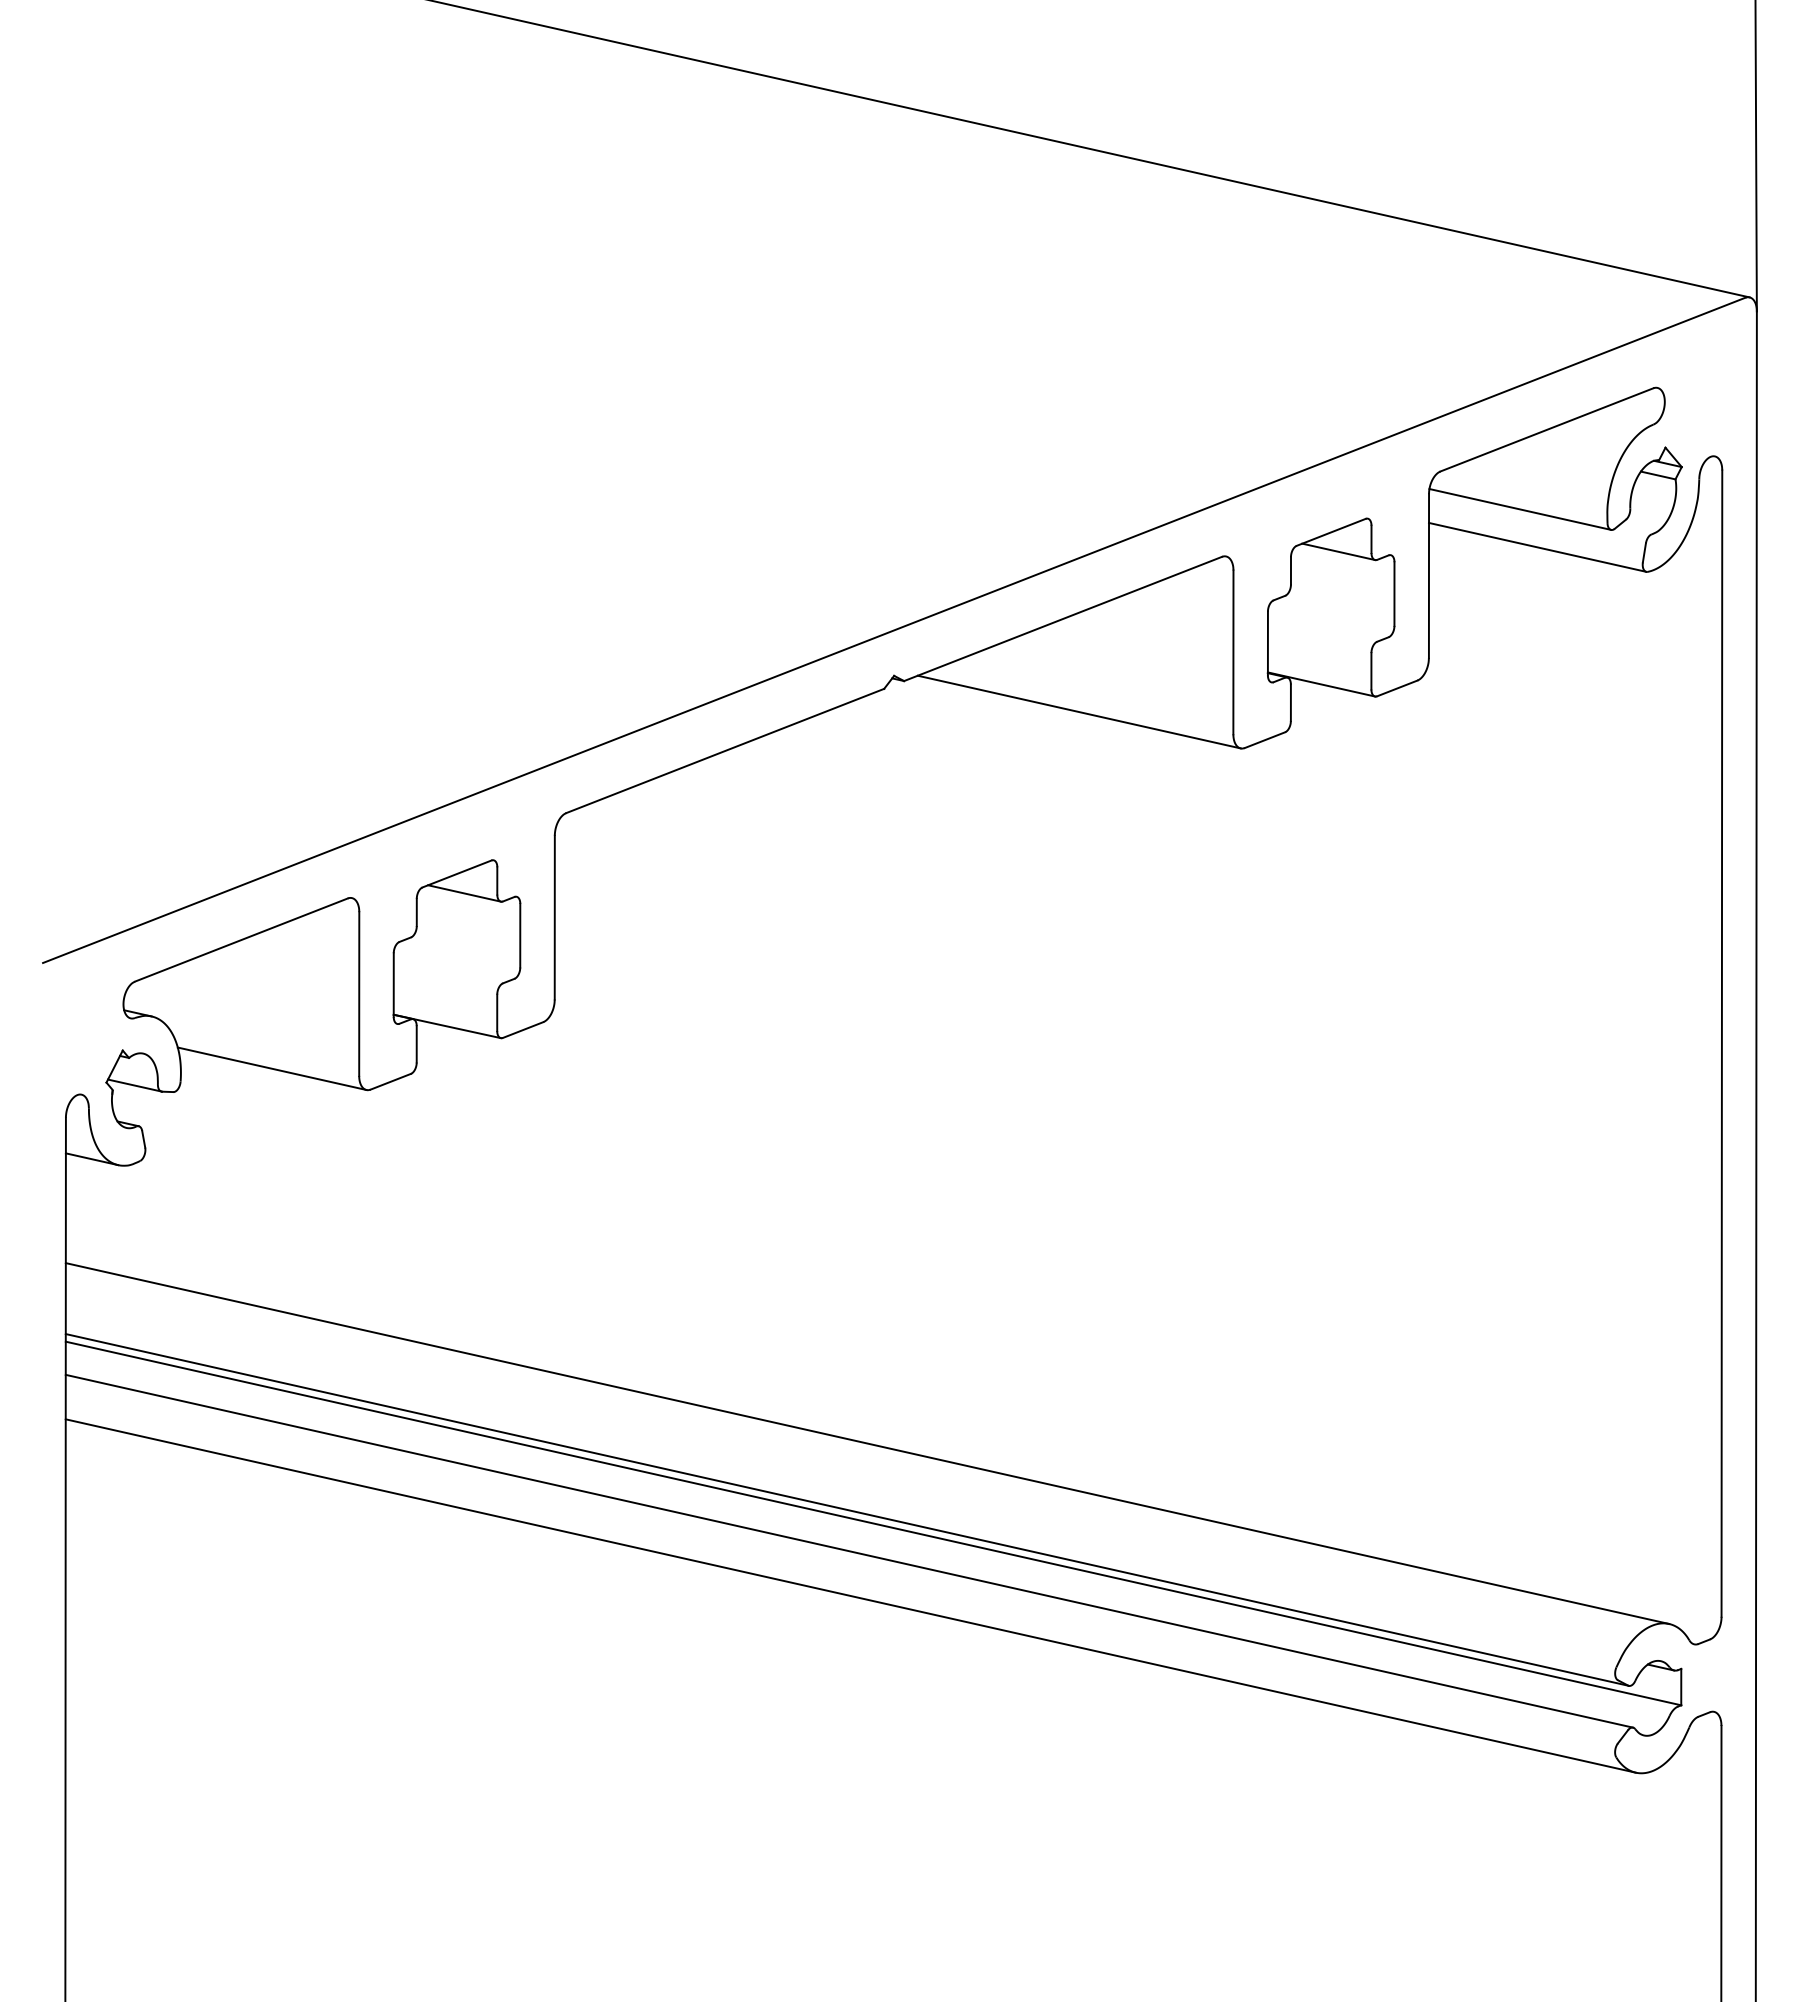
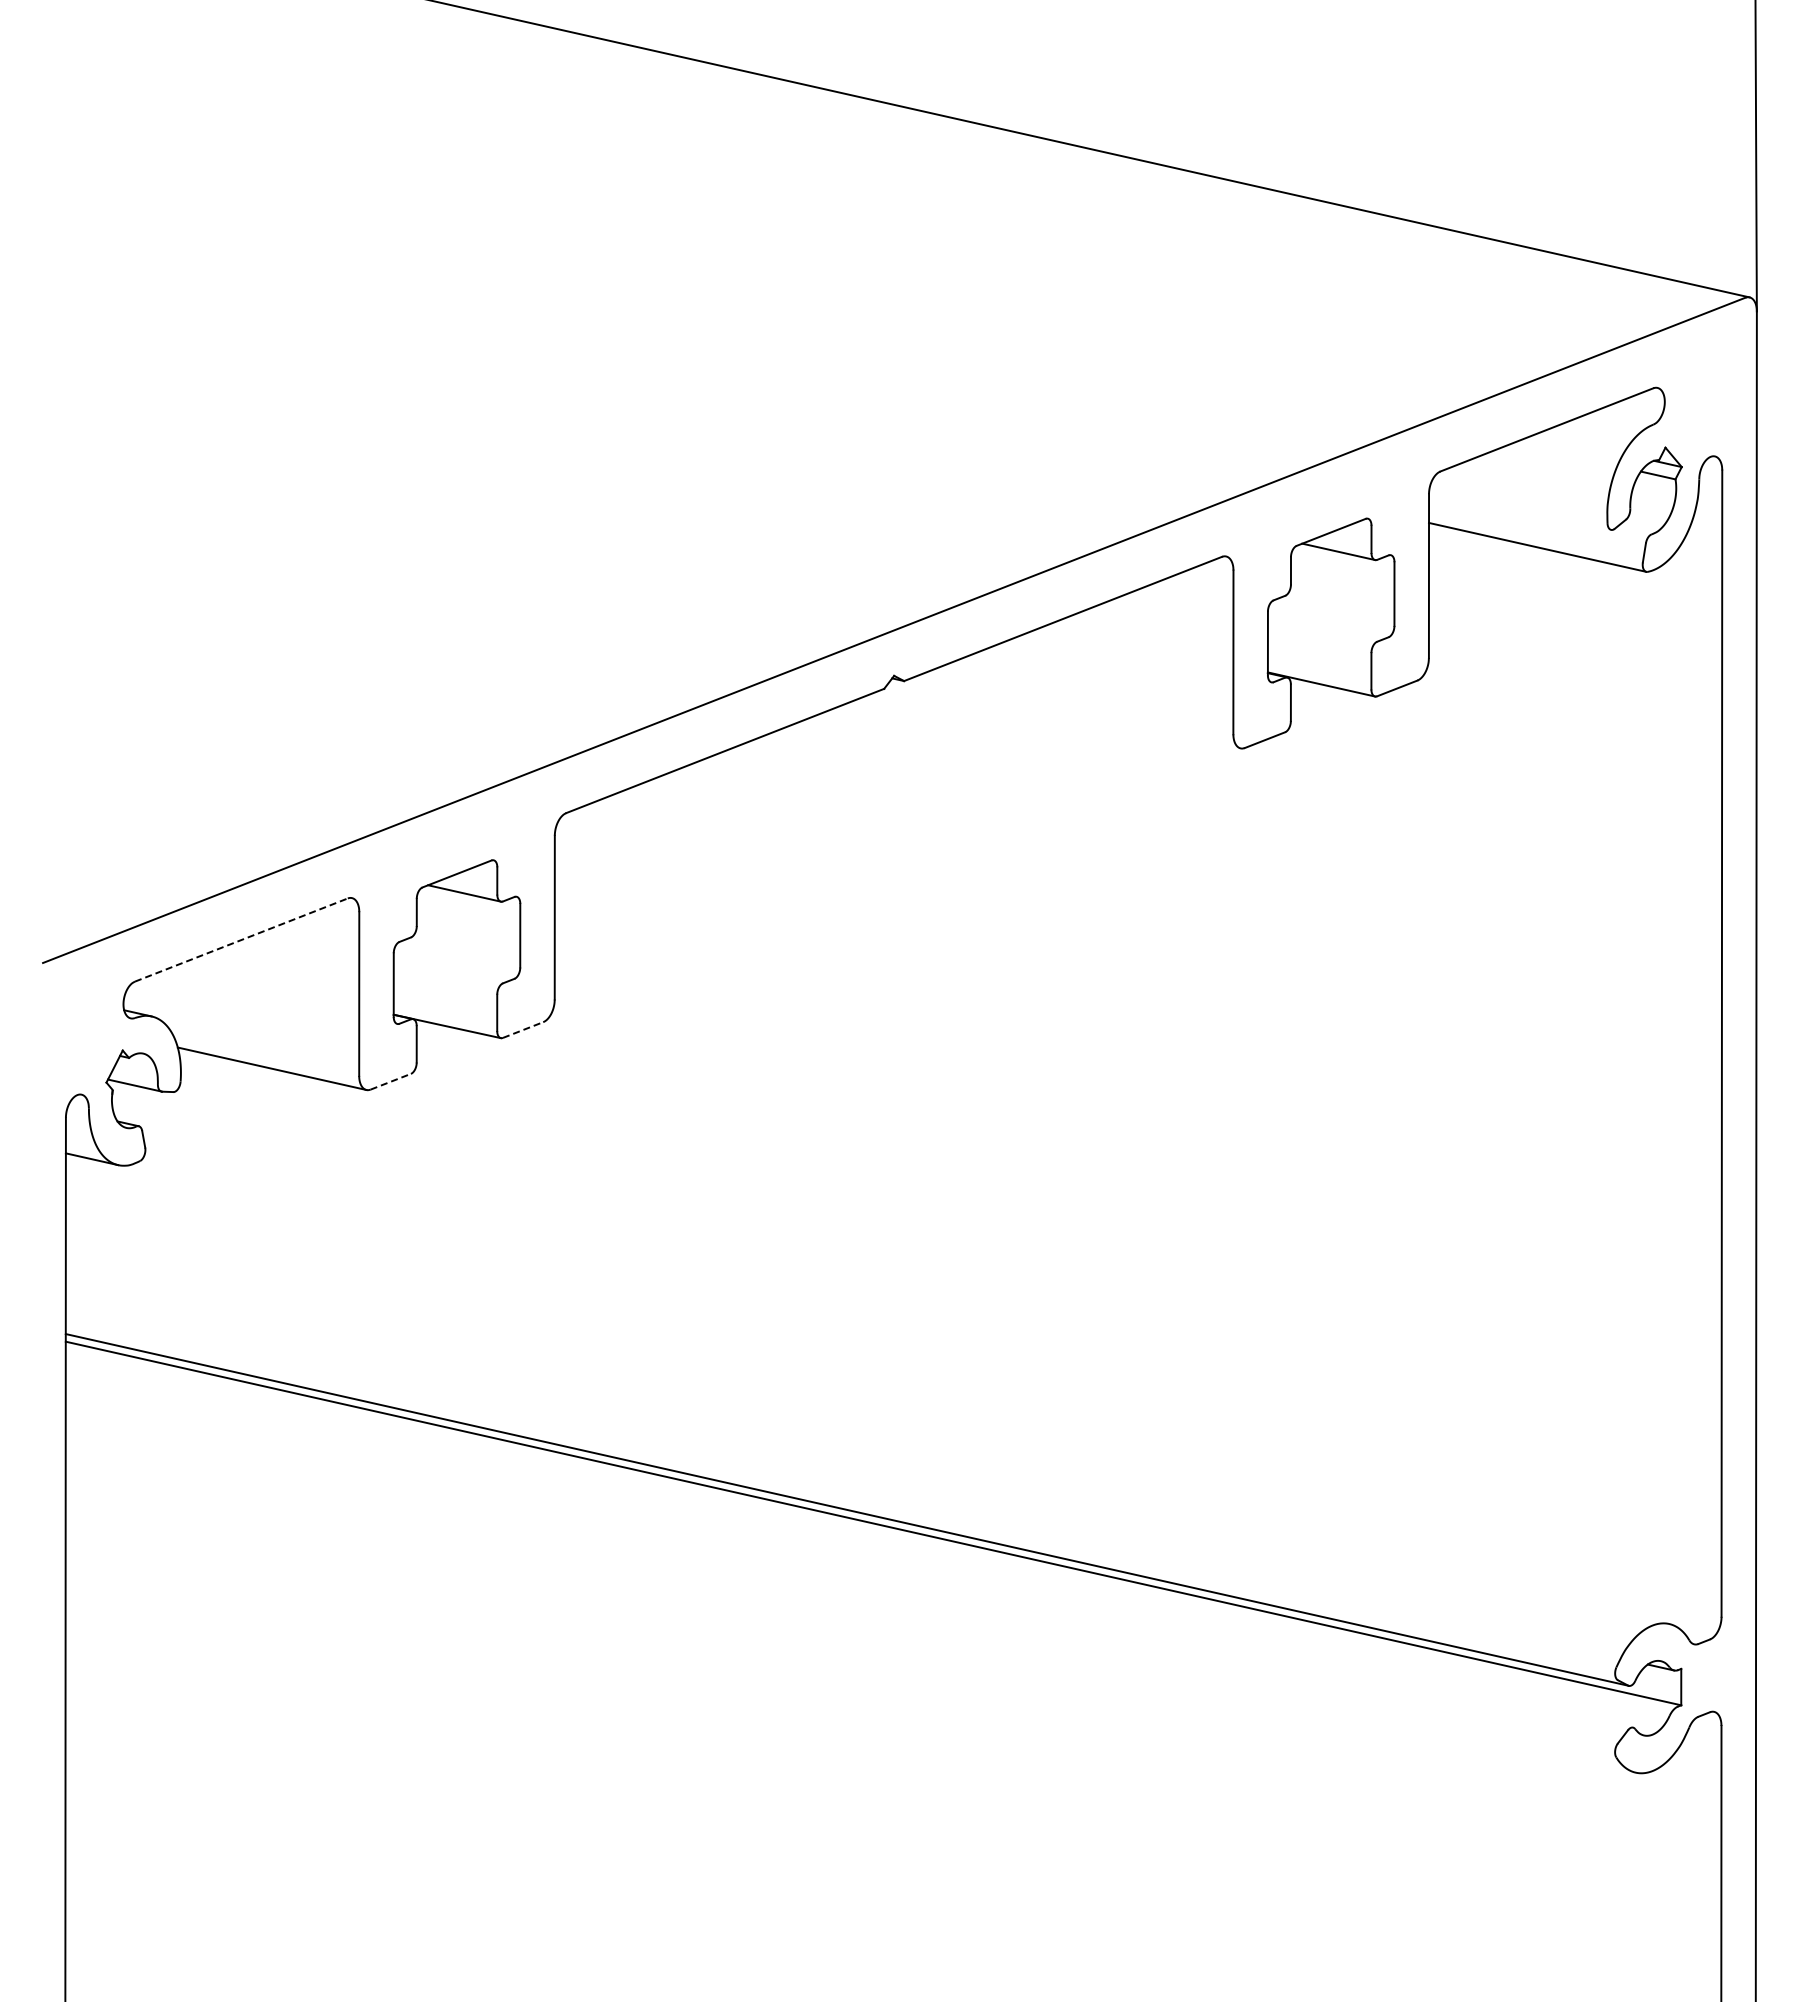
line at (1520, 509): present -> none
line at (1078, 711): present -> none
line at (241, 939): solid -> dashed
line at (523, 1030): solid -> dashed
line at (390, 1081): solid -> dashed
line at (867, 1443): present -> none
line at (849, 1550): present -> none
line at (850, 1595): present -> none
